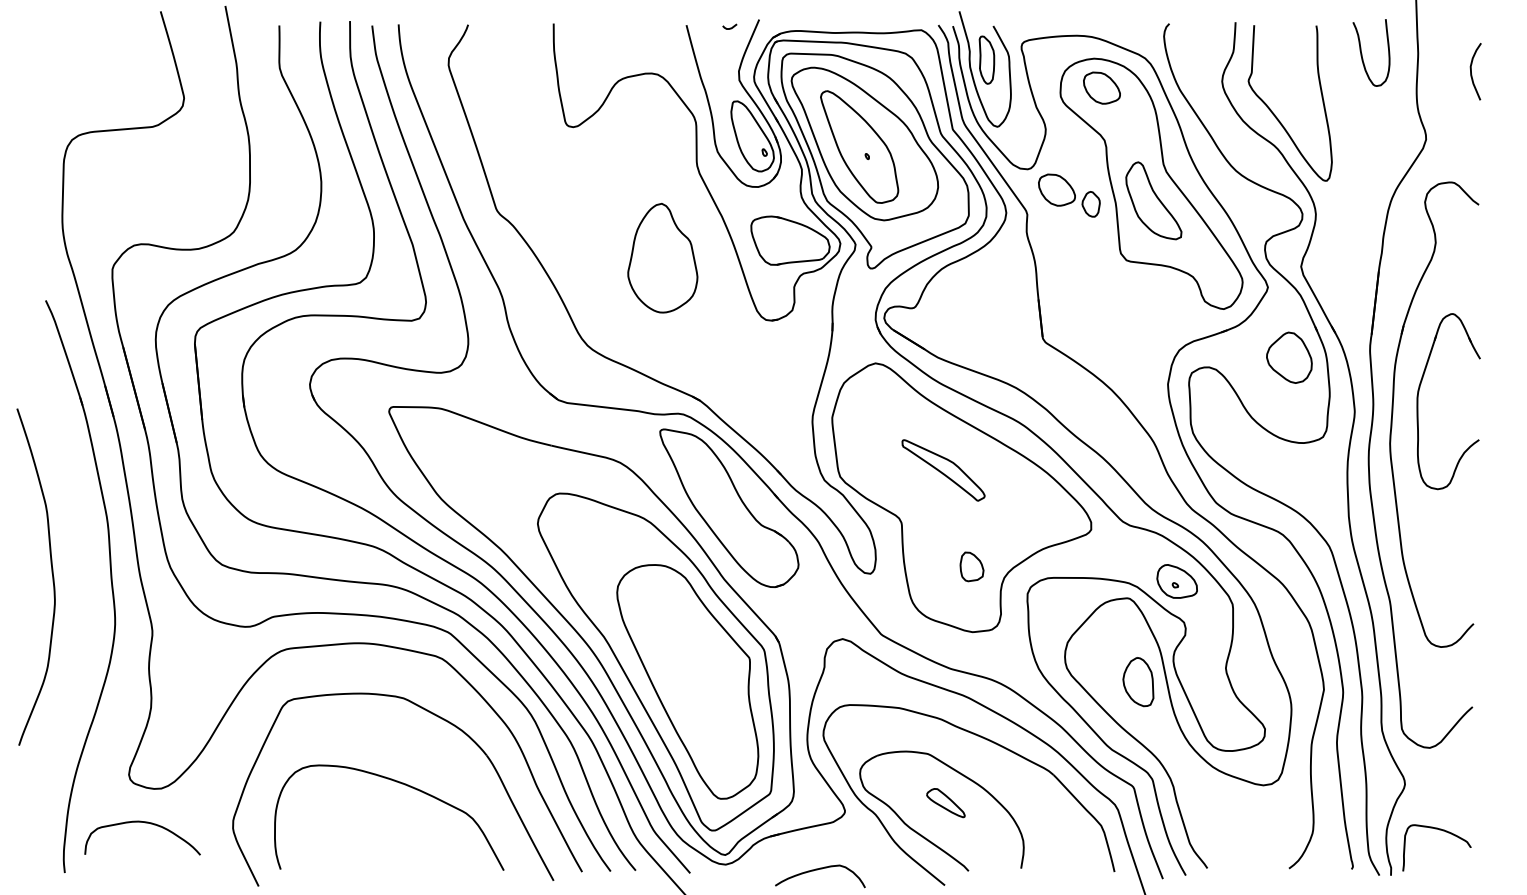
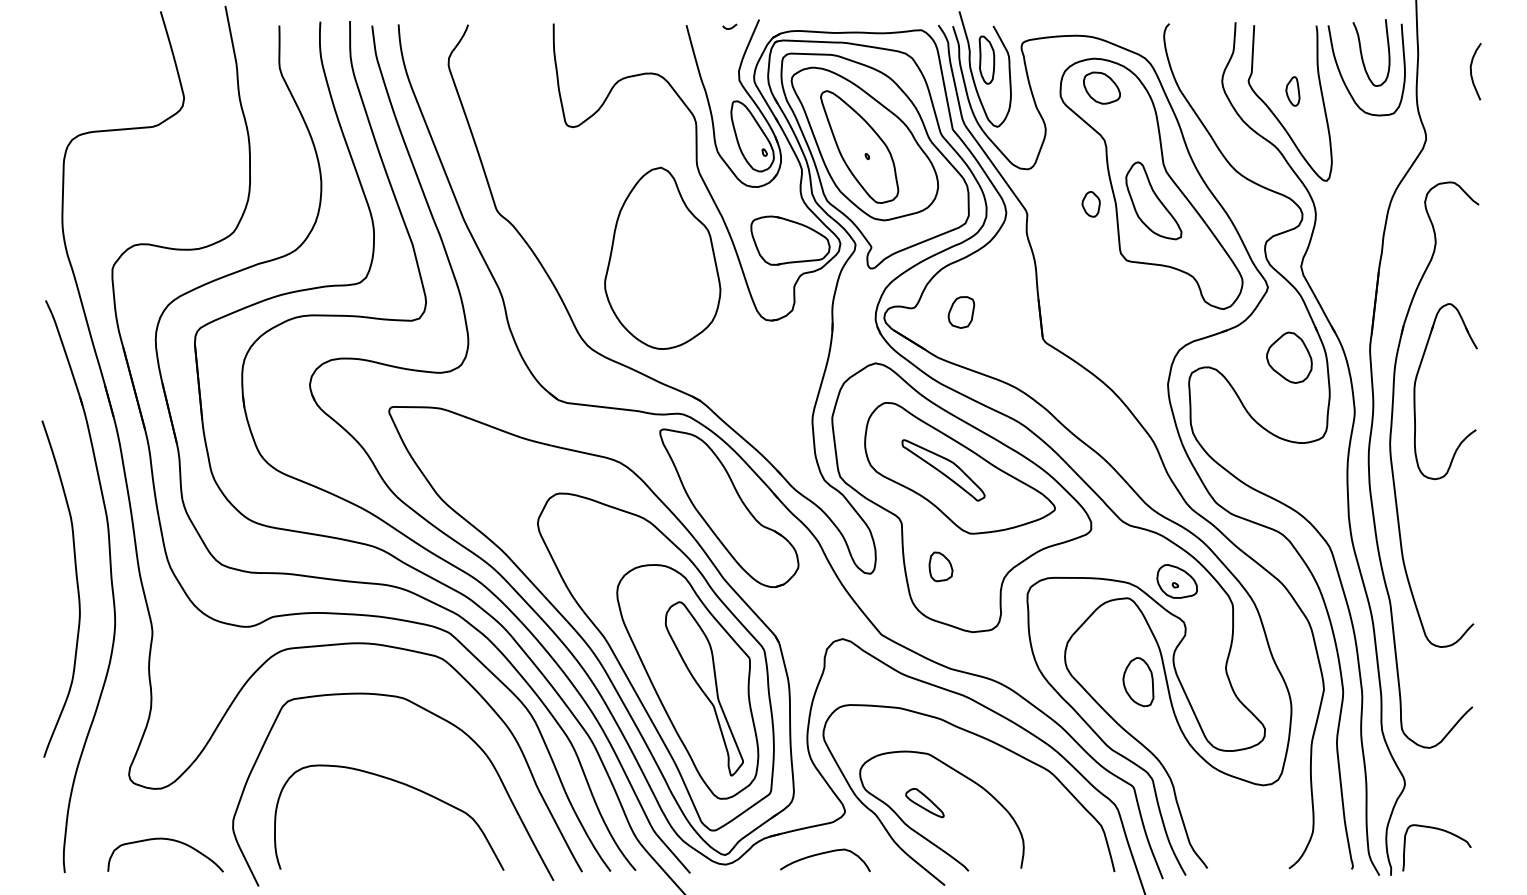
curve at (1344, 80): none -> present
part at (1292, 91): none -> present
part at (1056, 189): present -> none
part at (662, 257) size: 72x112 px -> 118x184 px
part at (961, 312): none -> present
part at (1418, 401) position: (1418, 401) -> (1415, 391)
part at (959, 468): none -> present
part at (971, 566) position: (971, 566) -> (940, 566)
curve at (51, 573) position: (51, 573) -> (76, 585)
part at (703, 688): none -> present
part at (945, 803) position: (945, 803) -> (924, 803)
curve at (145, 823) position: (145, 823) -> (168, 840)
curve at (817, 870) position: (817, 870) -> (822, 854)
